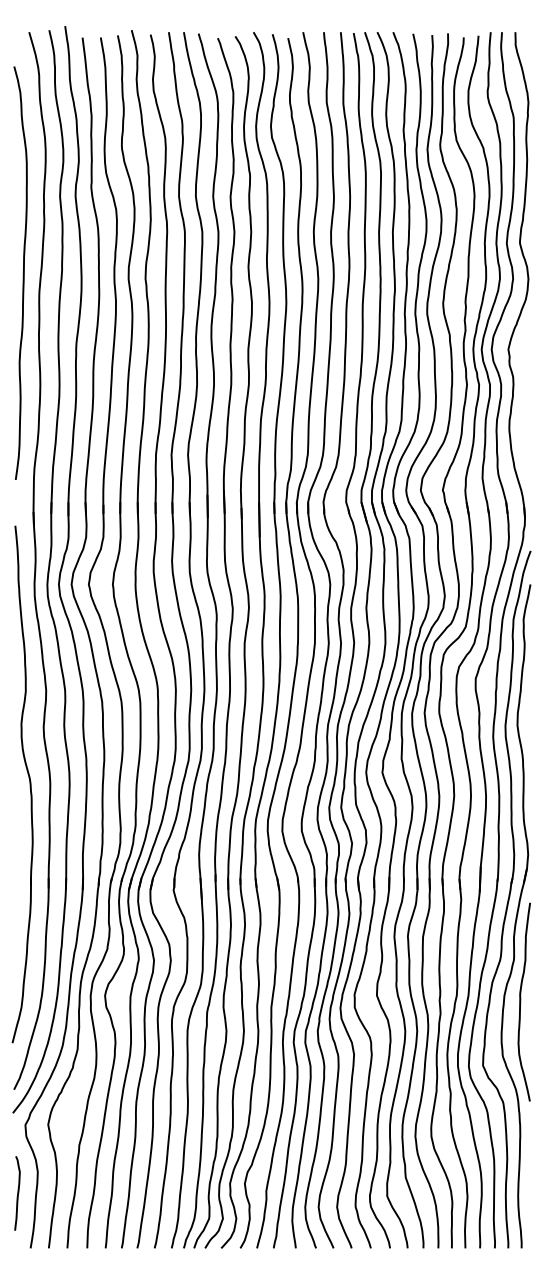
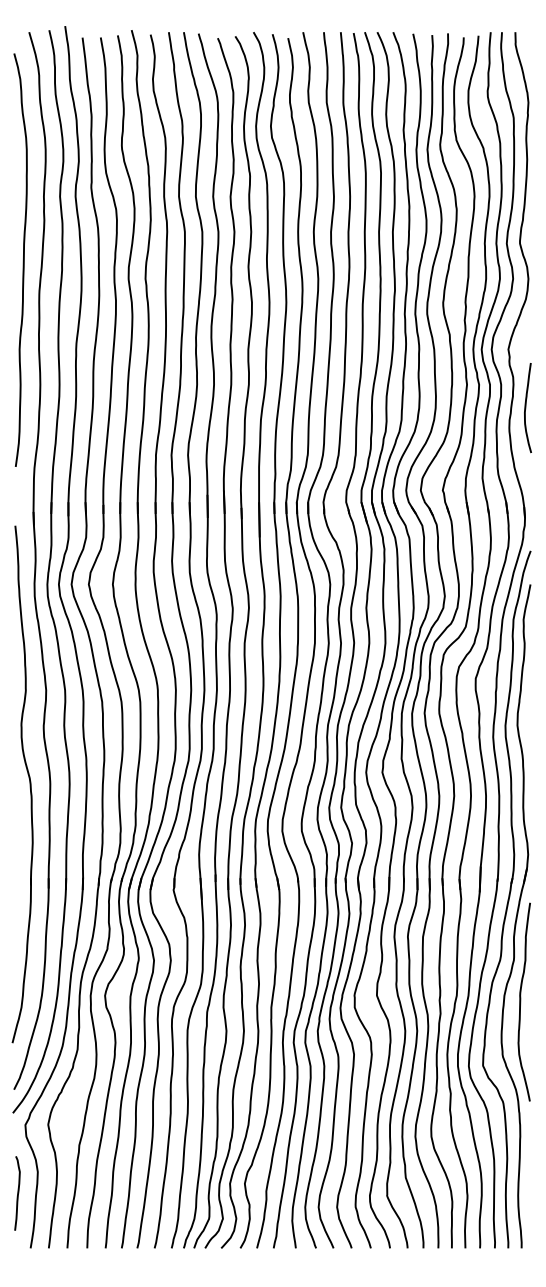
curve at (22, 273) position: (22, 273) -> (22, 260)
curve at (526, 408): none -> present
